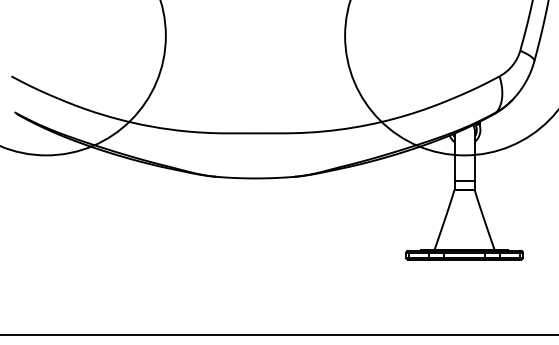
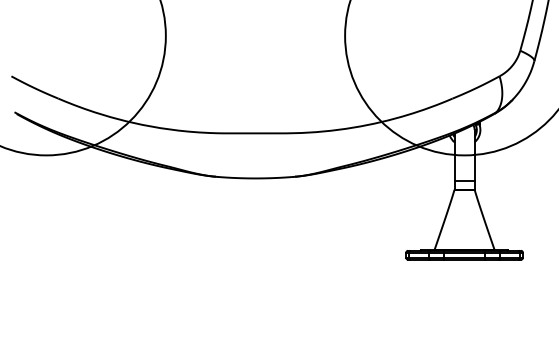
line at (278, 334): present -> none
